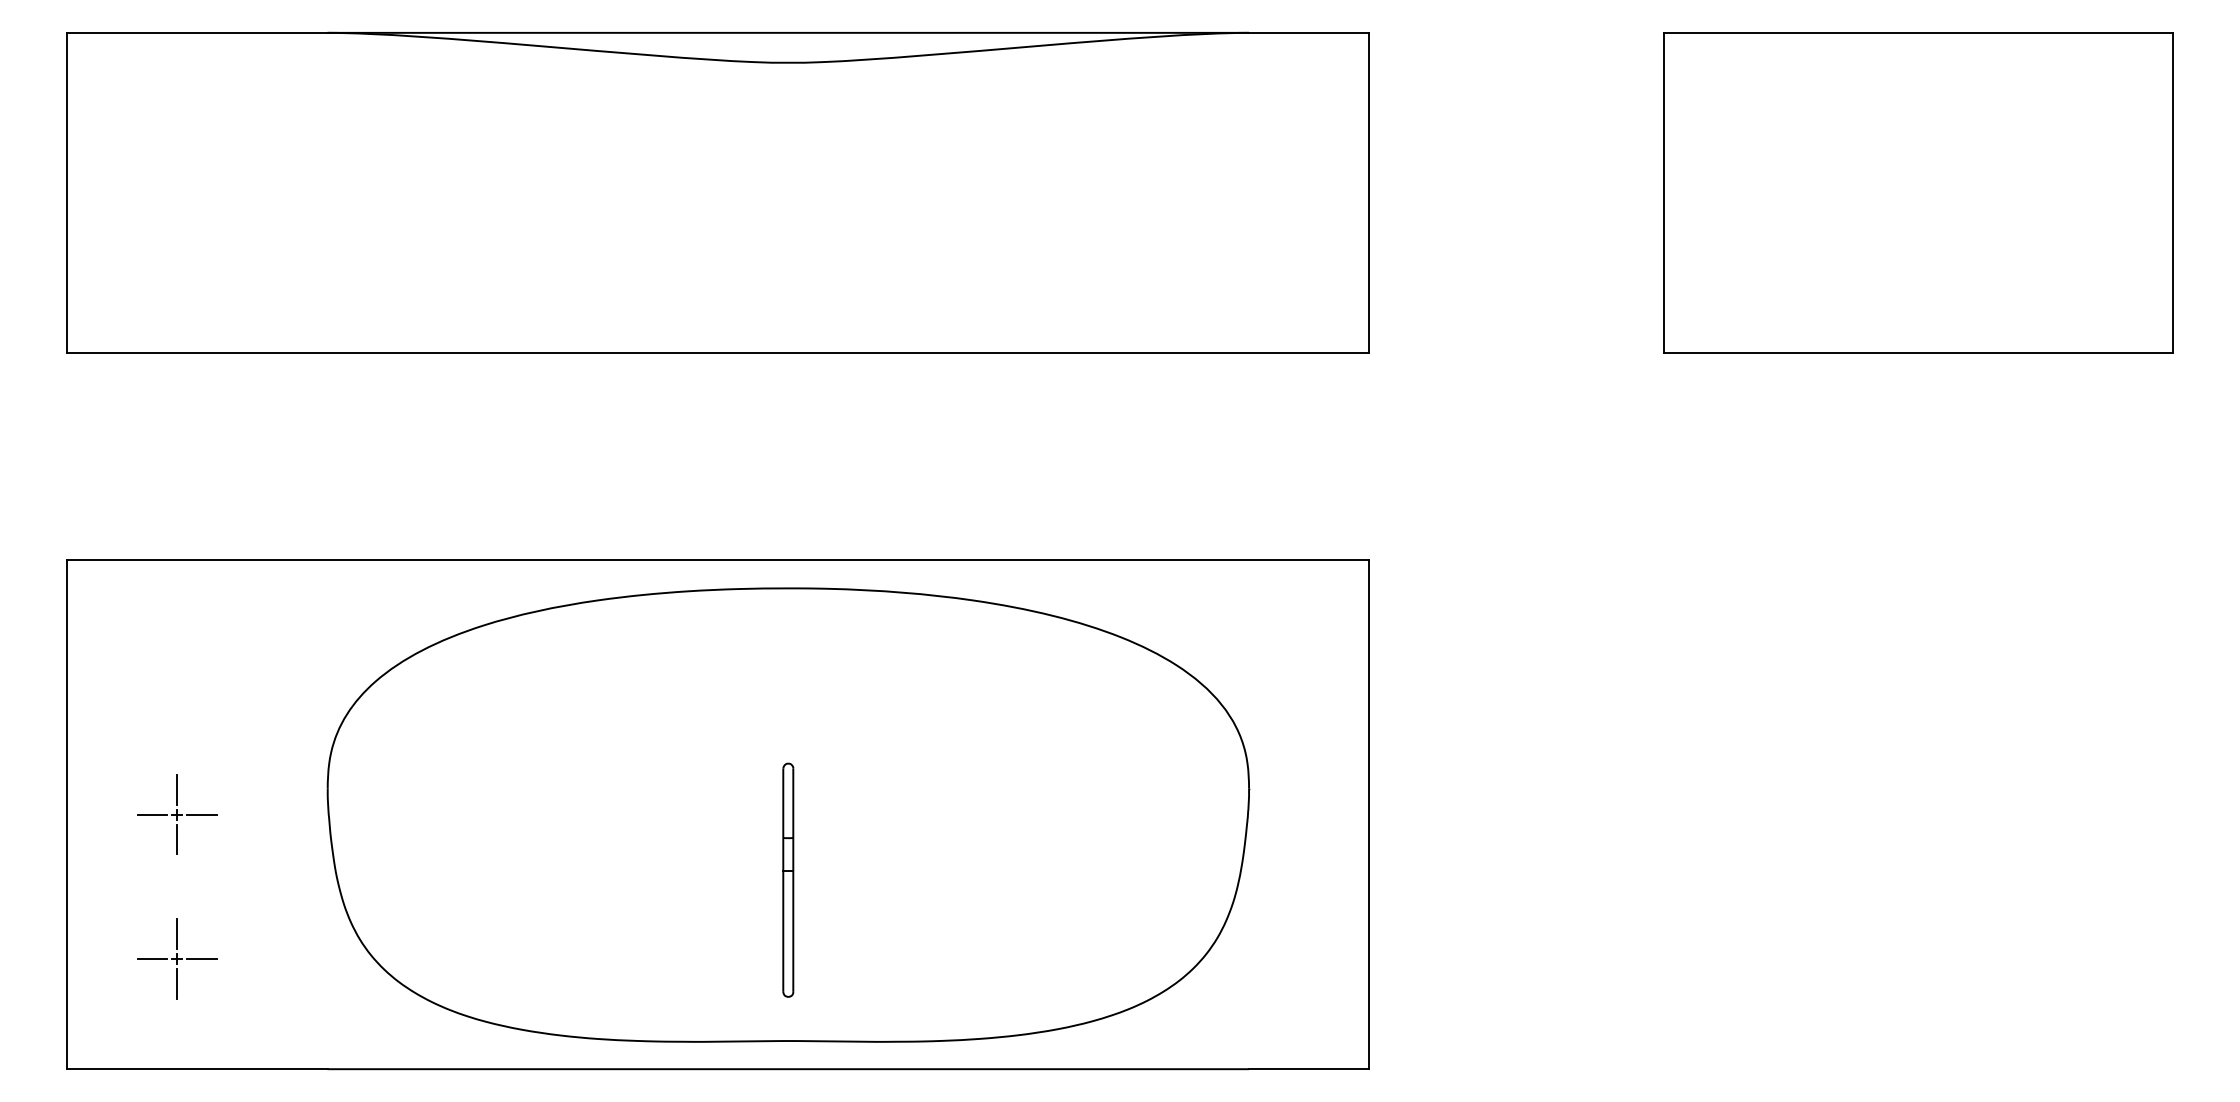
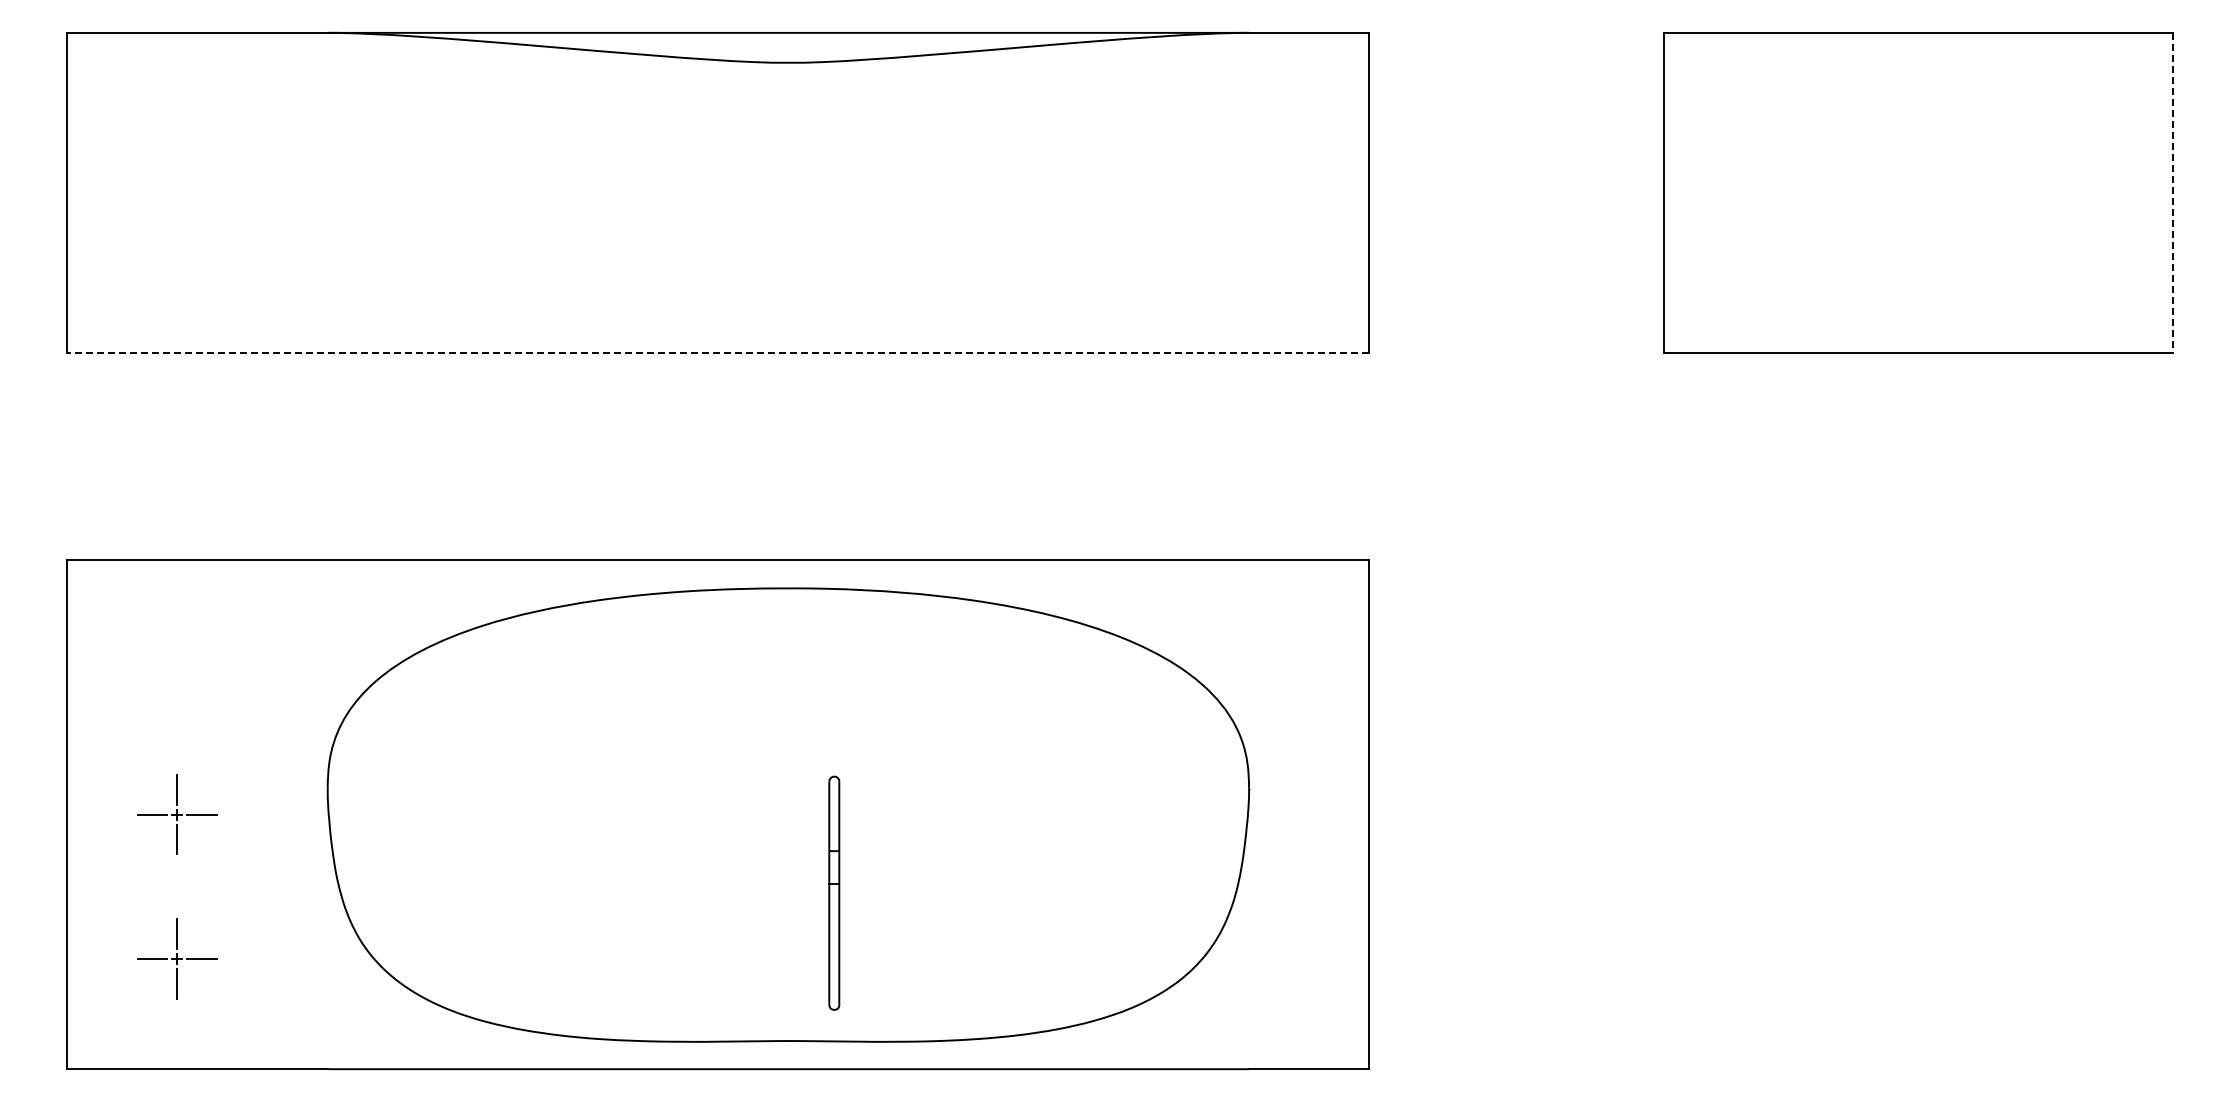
line at (2172, 193): solid -> dashed
line at (717, 353): solid -> dashed
part at (788, 879) position: (788, 879) -> (834, 892)
